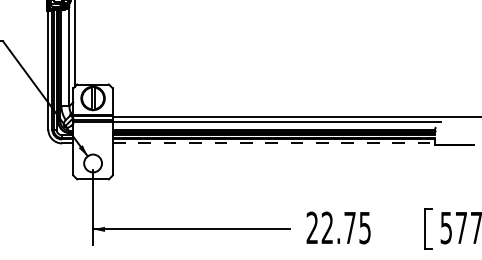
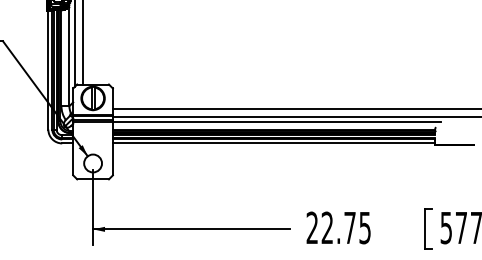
line at (82, 43): none -> present
line at (295, 108): none -> present
line at (274, 143): dashed -> solid
